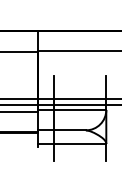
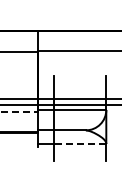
line at (19, 111): solid -> dashed
line at (79, 144): solid -> dashed
